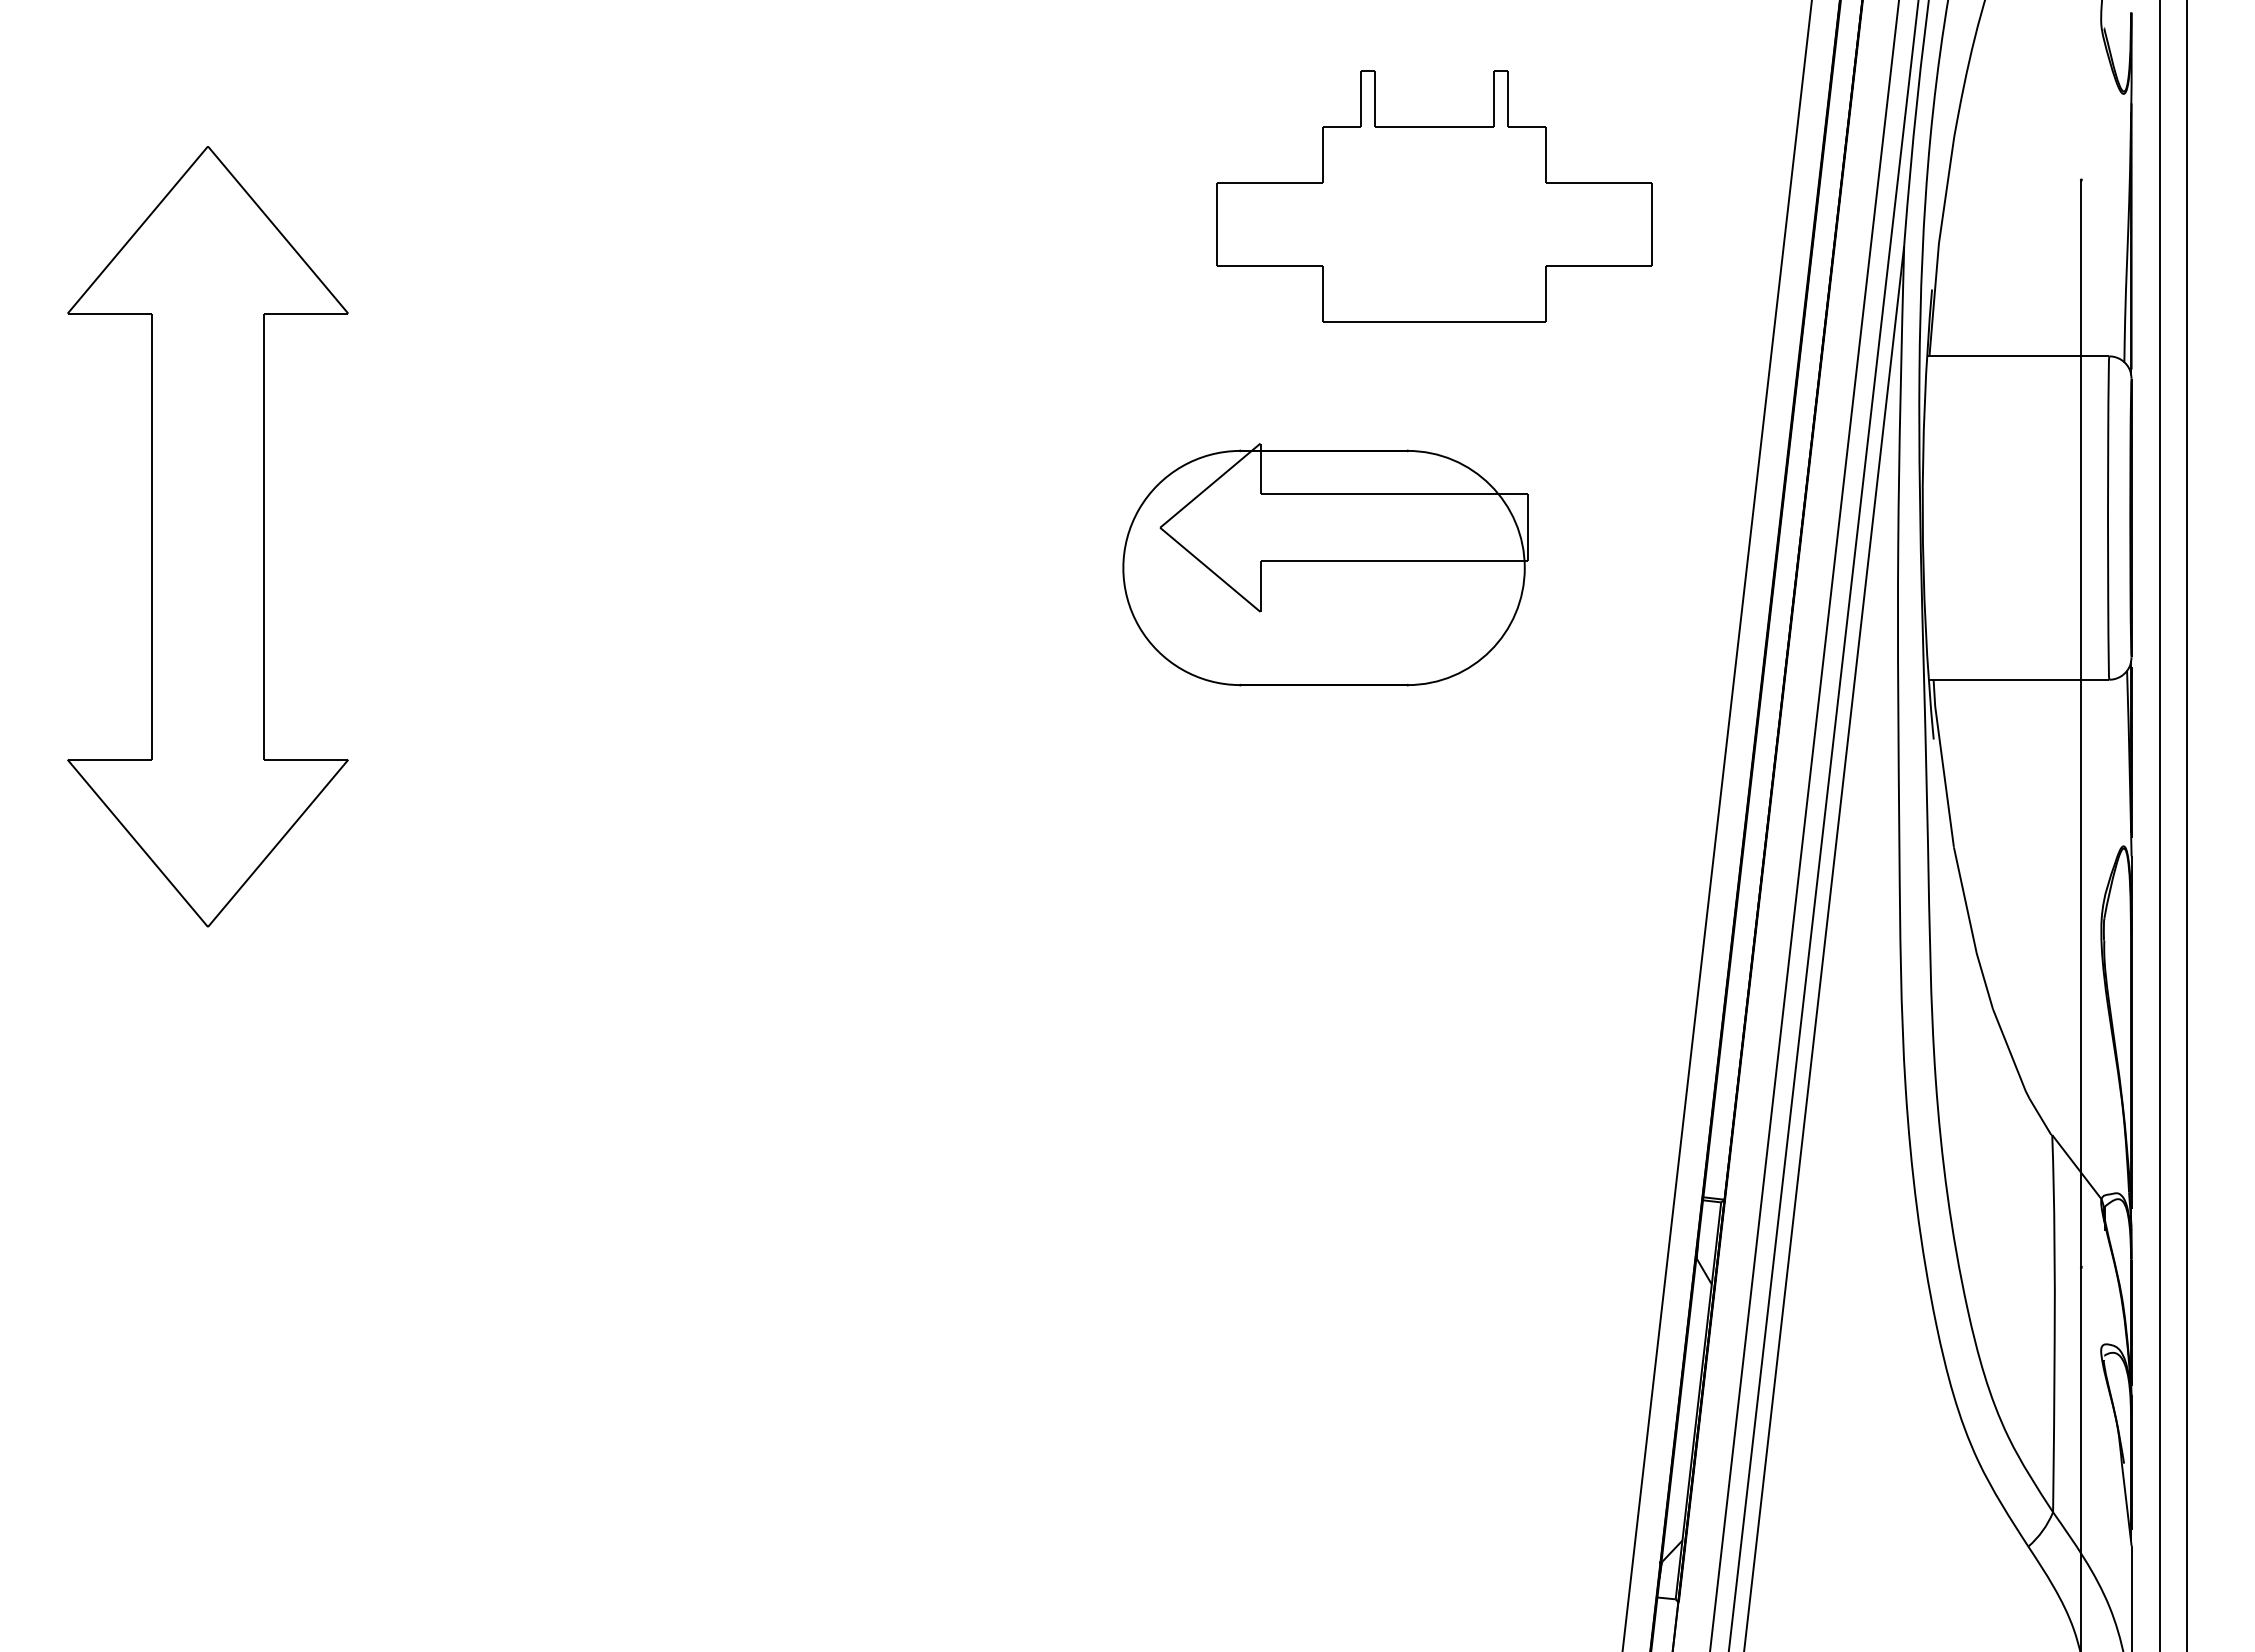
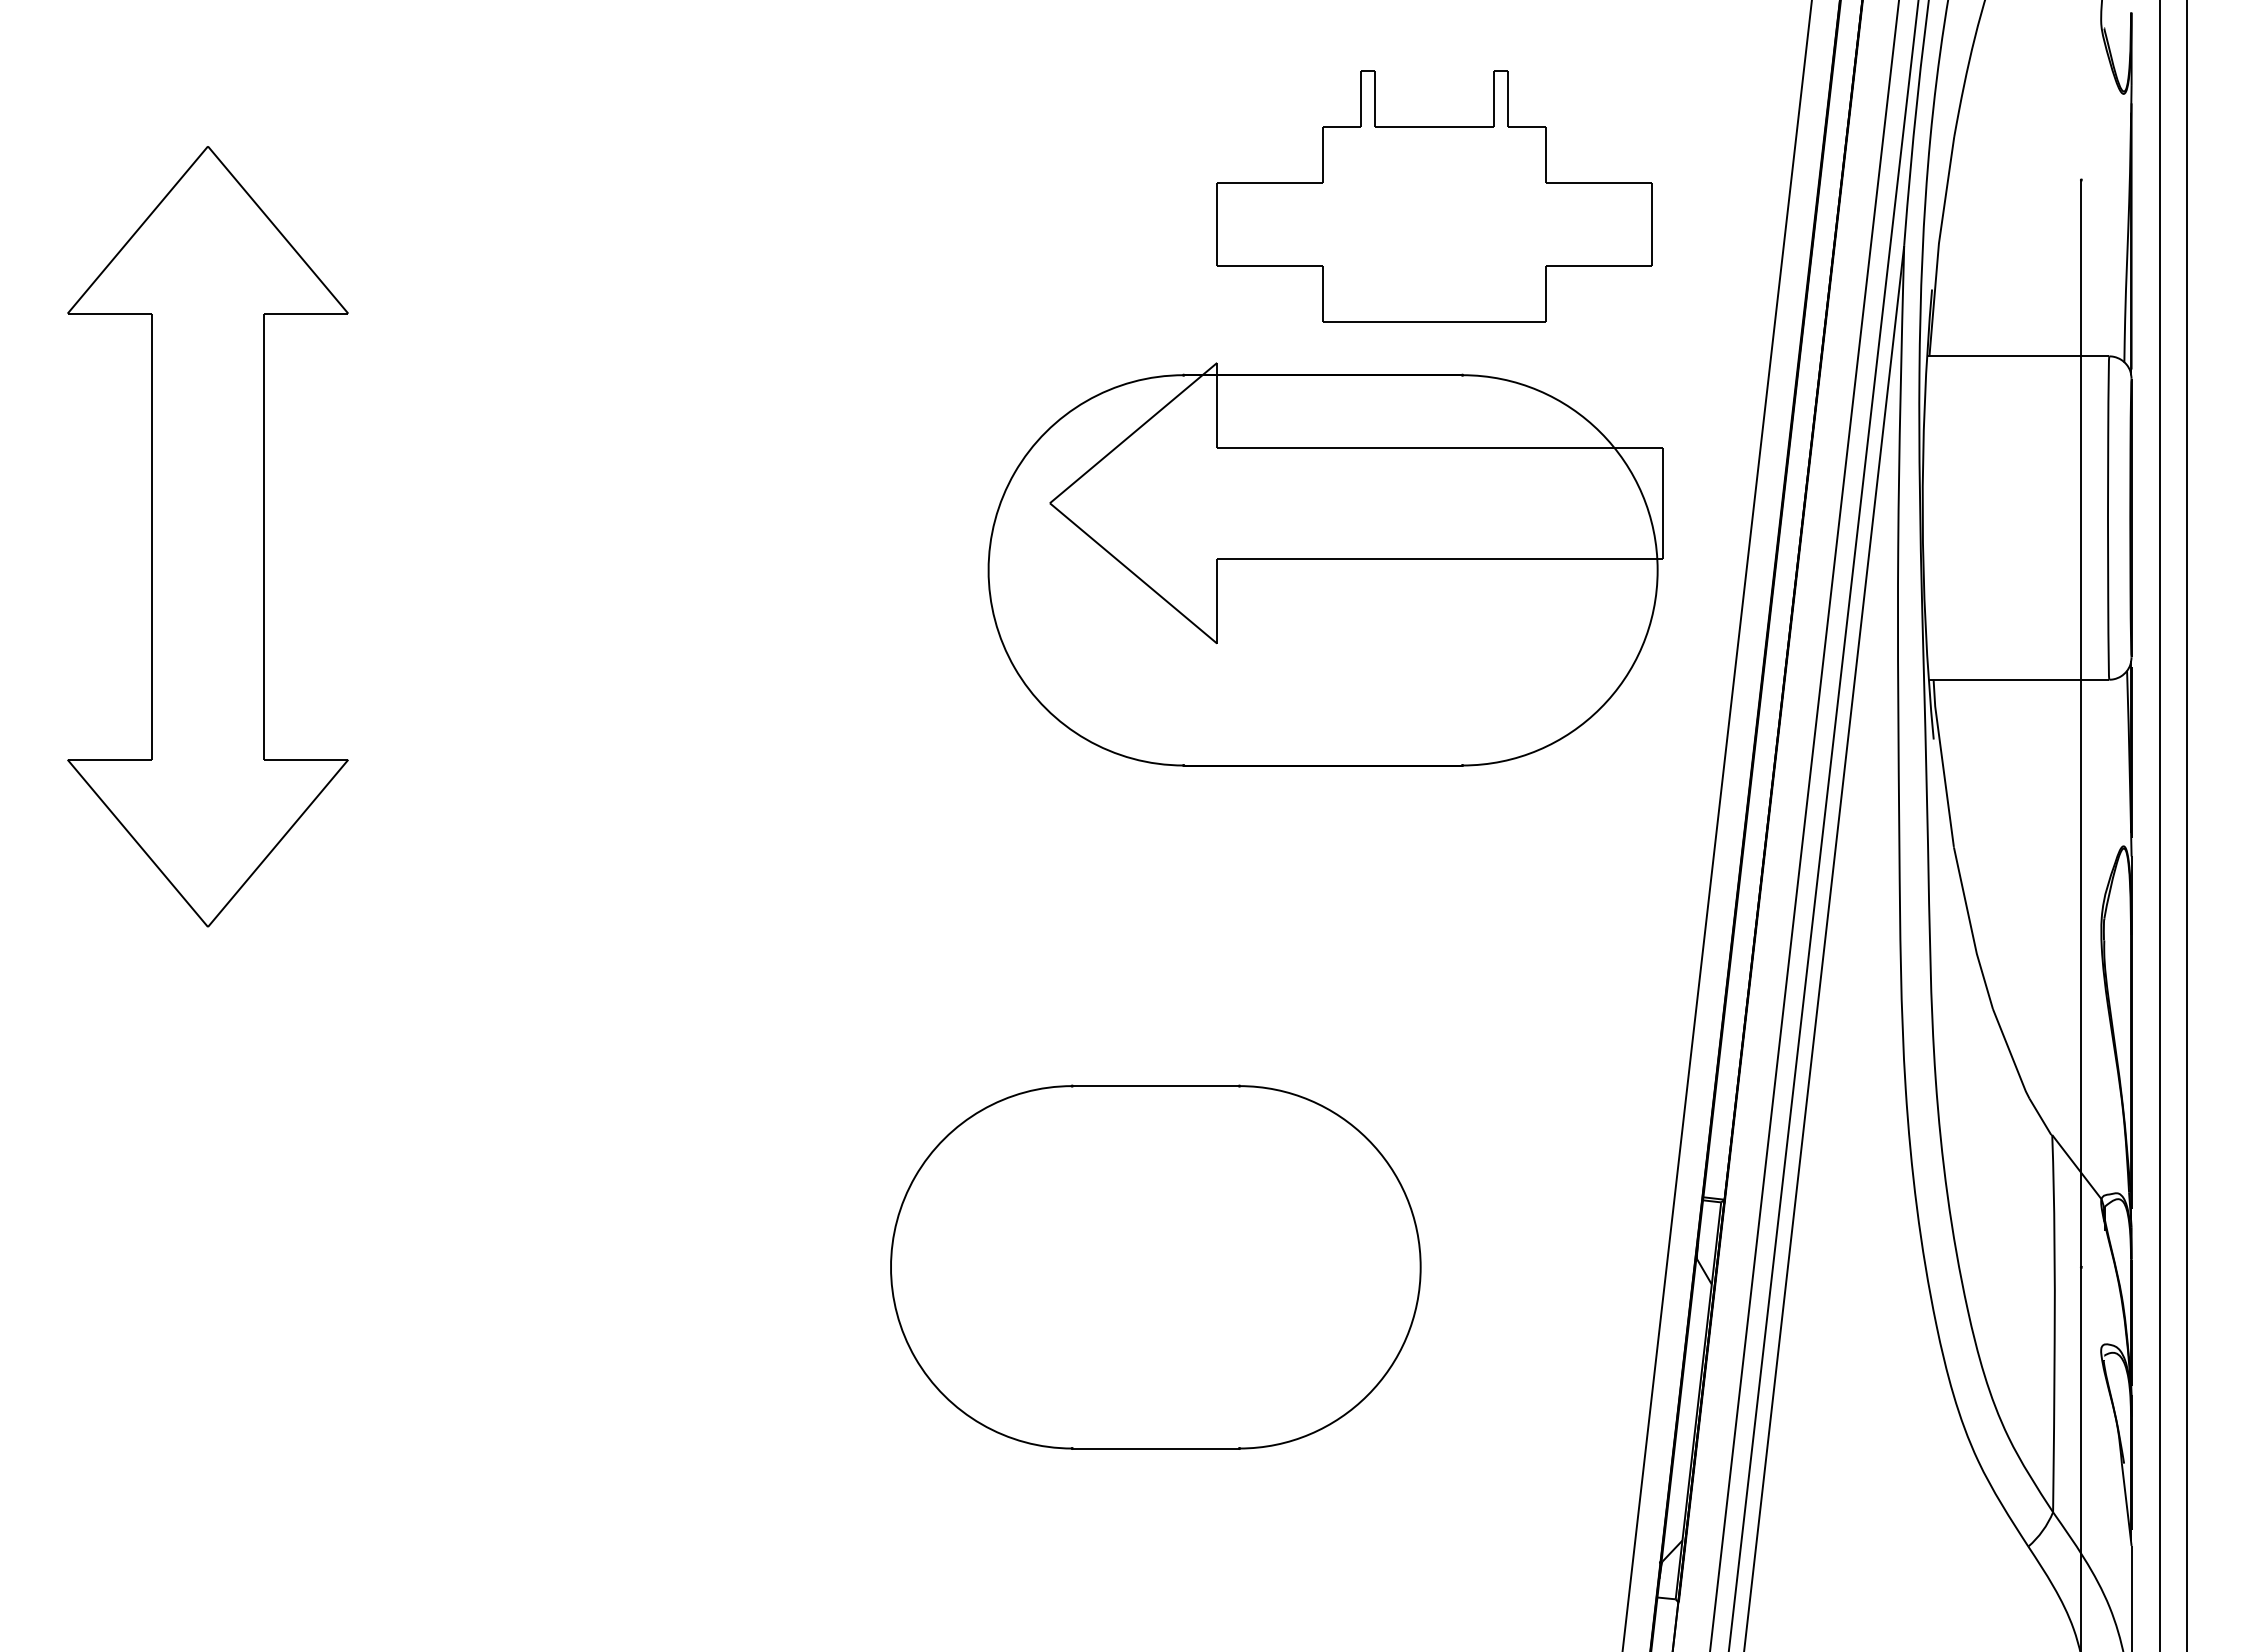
part at (1325, 564) size: 407x244 px -> 677x405 px
part at (1155, 1266): none -> present
